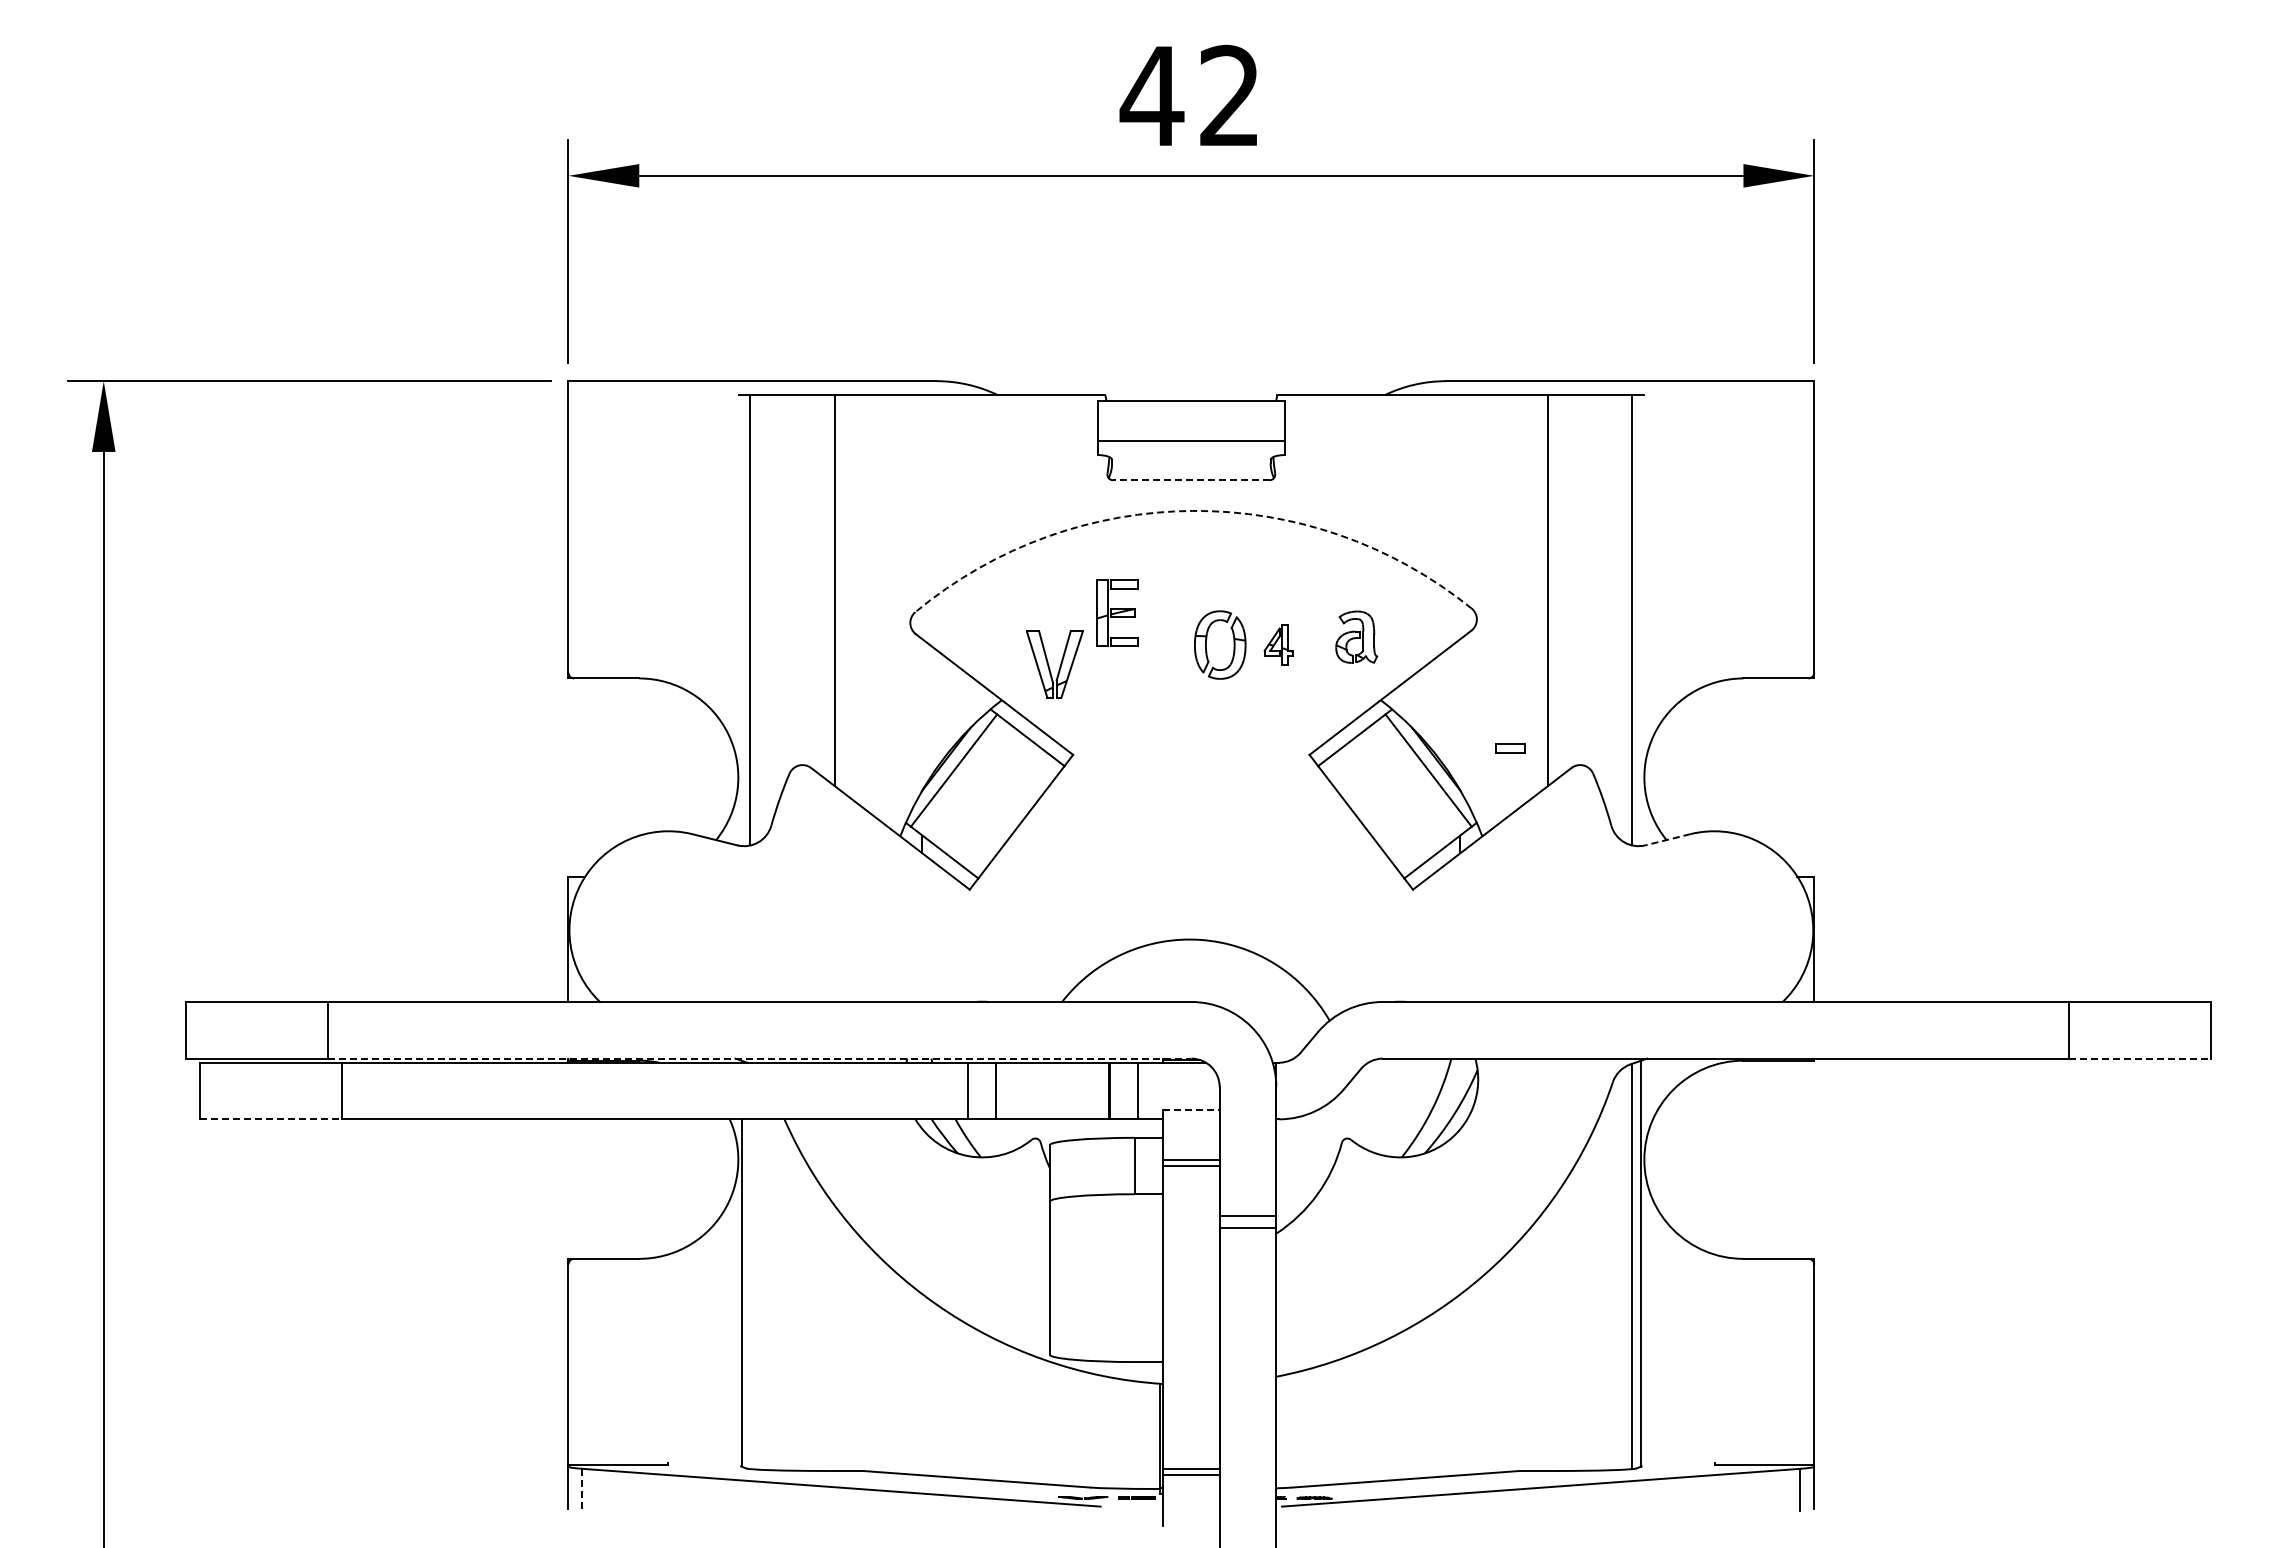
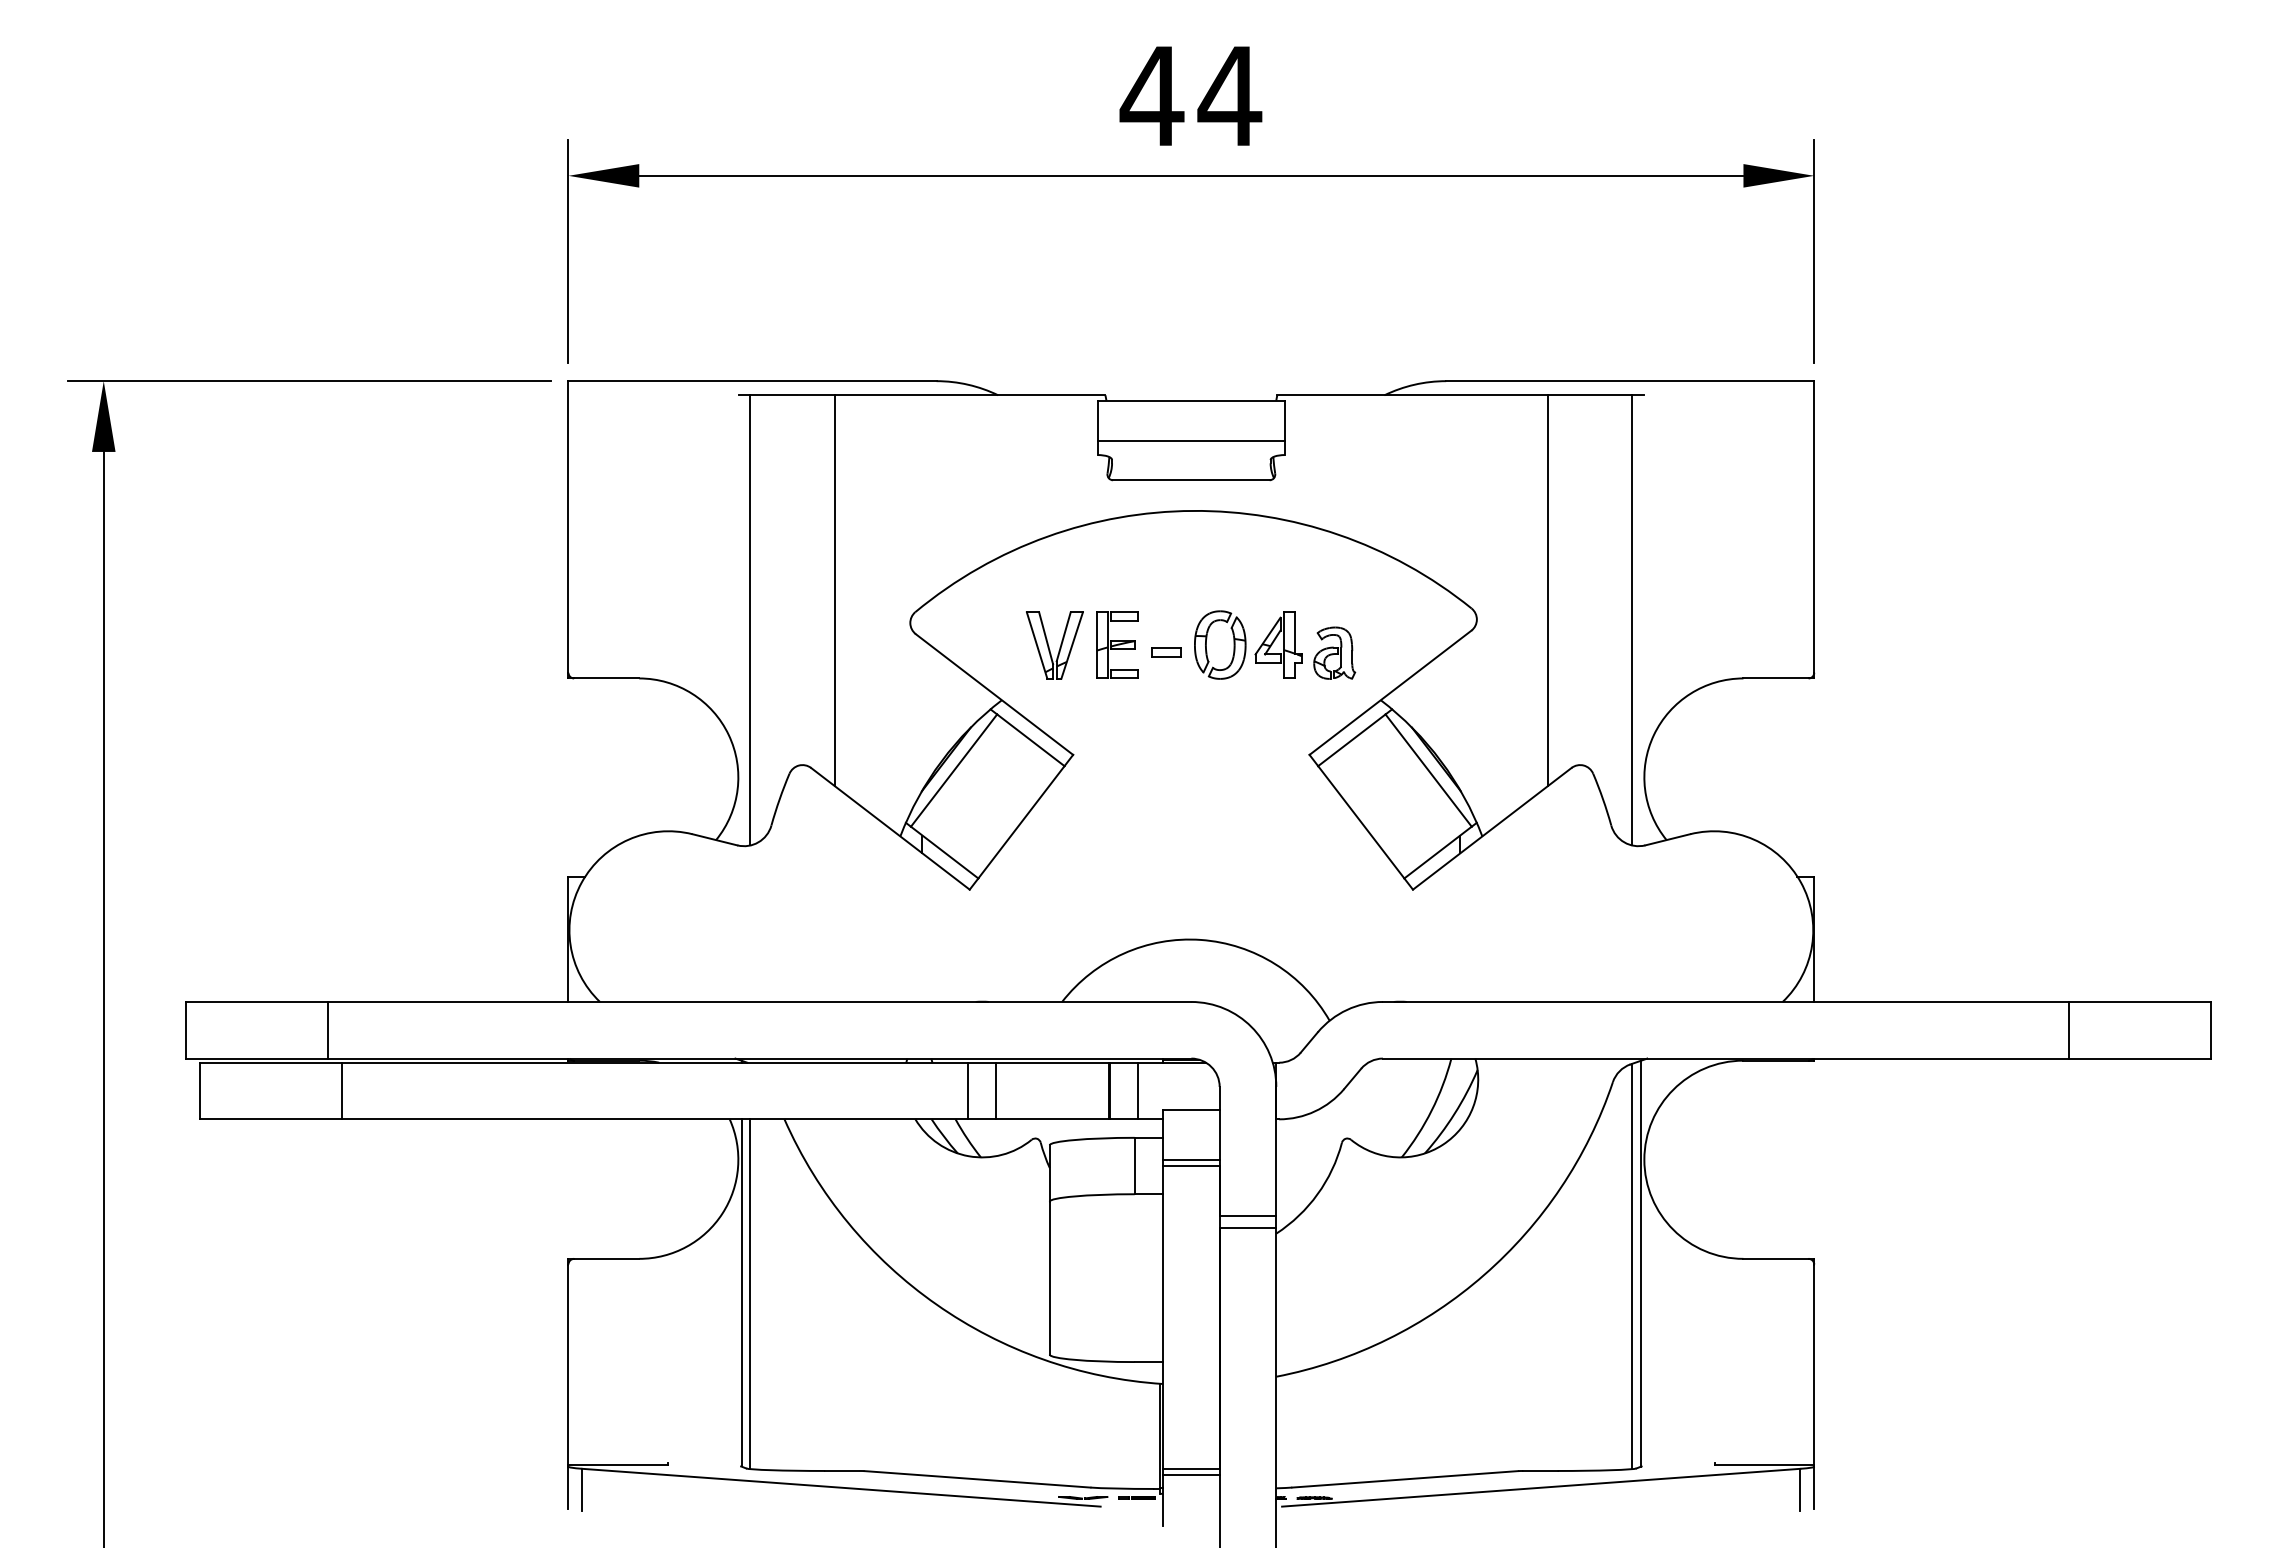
text at (1229, 94): 42 -> 44
line at (1190, 480): dashed -> solid
arc at (1192, 510): dashed -> solid
part at (1117, 612) position: (1117, 612) -> (1117, 644)
part at (1356, 636) position: (1356, 636) -> (1334, 652)
part at (1278, 644) size: 31x42 px -> 49x68 px
part at (1054, 664) position: (1054, 664) -> (1054, 645)
part at (1510, 748) position: (1510, 748) -> (1166, 652)
line at (1667, 839): dashed -> solid
line at (759, 1058): dashed -> solid
line at (2139, 1058): dashed -> solid
line at (1191, 1110): dashed -> solid
line at (271, 1119): dashed -> solid
line at (750, 1294): none -> present
line at (582, 1490): dashed -> solid
